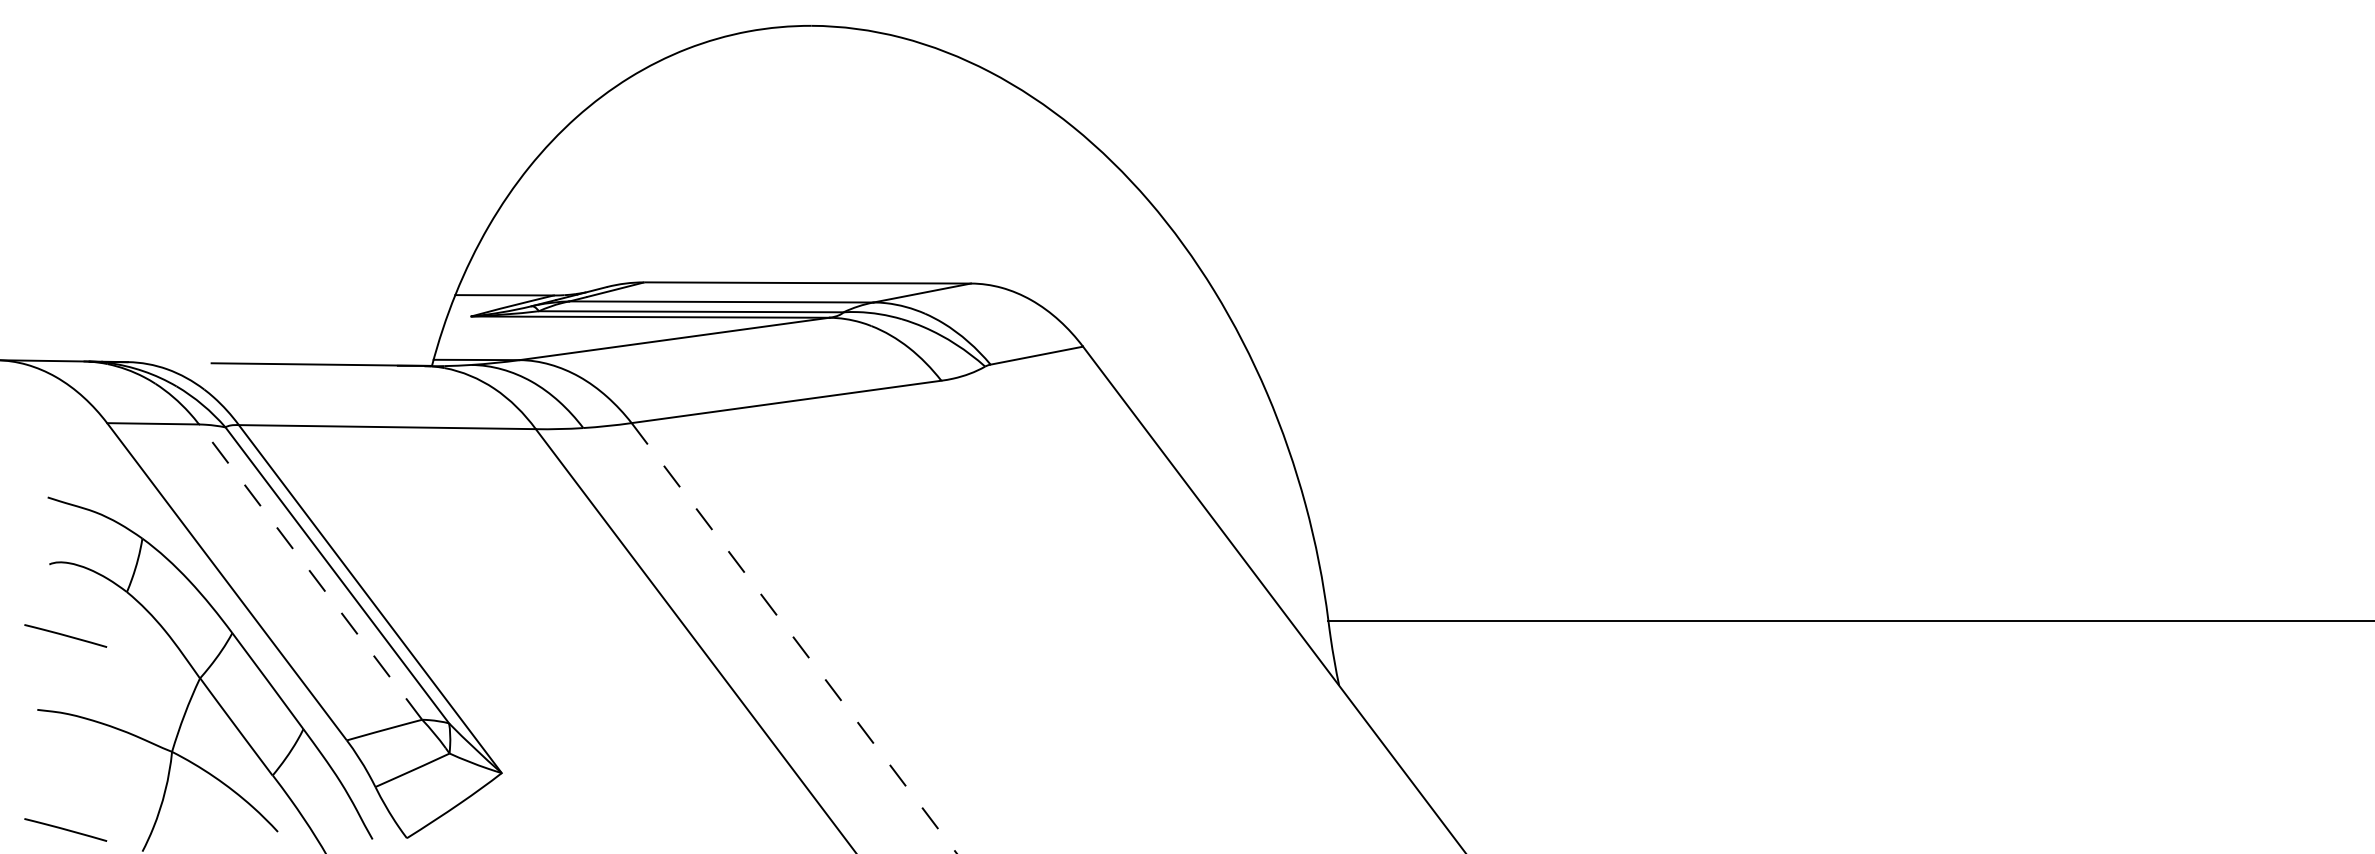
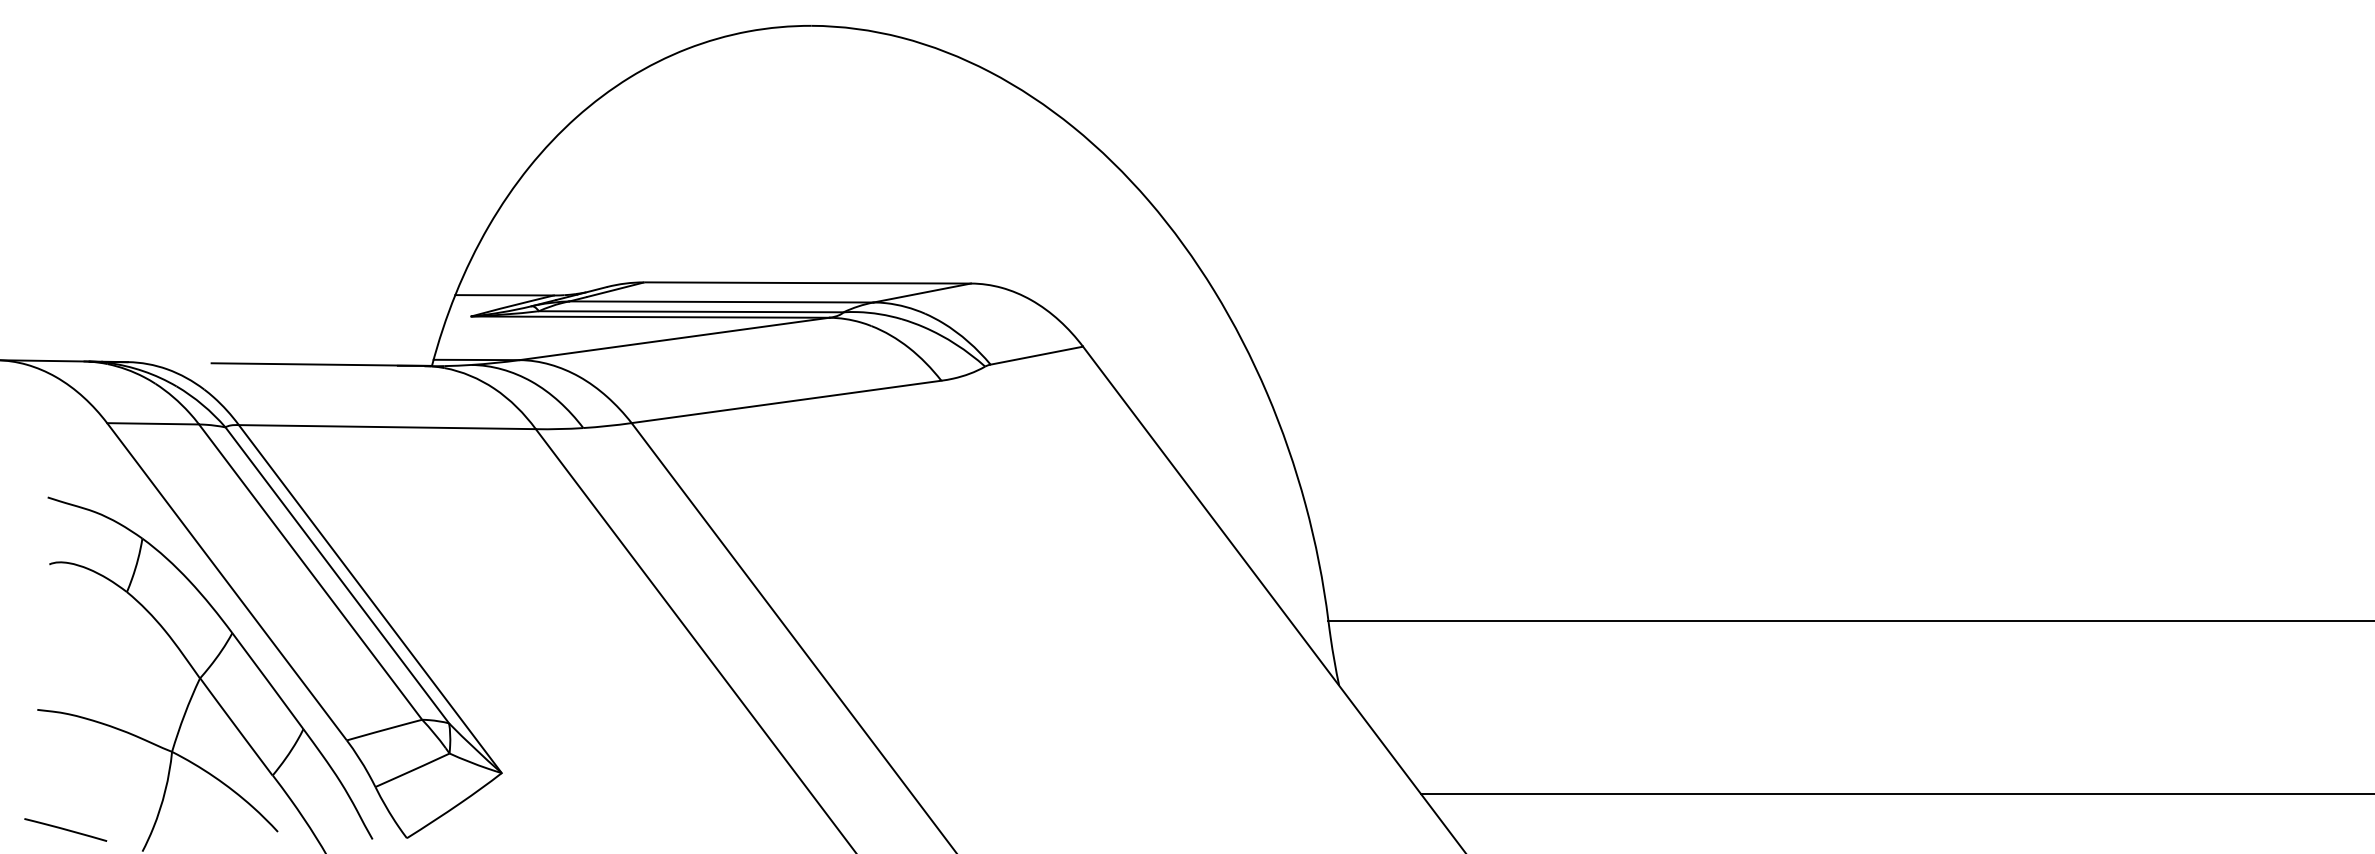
line at (310, 571): dashed -> solid
line at (65, 635): present -> none
line at (794, 638): dashed -> solid
line at (1895, 793): none -> present
